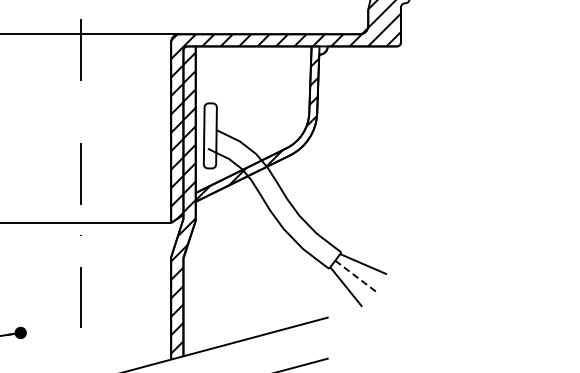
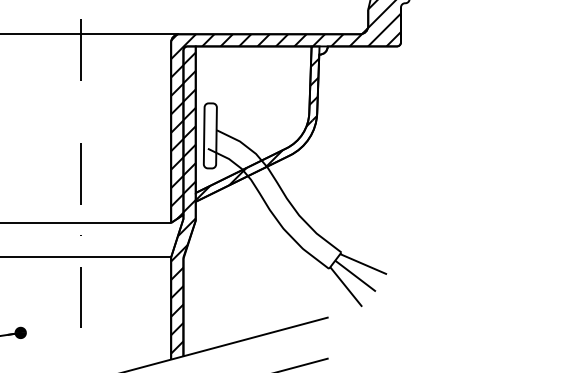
line at (86, 257): none -> present
line at (355, 276): dashed -> solid
